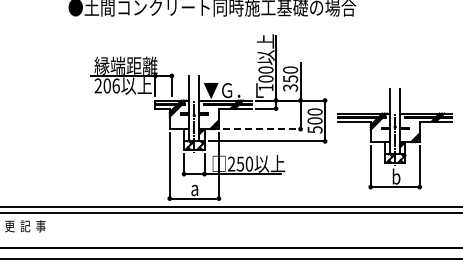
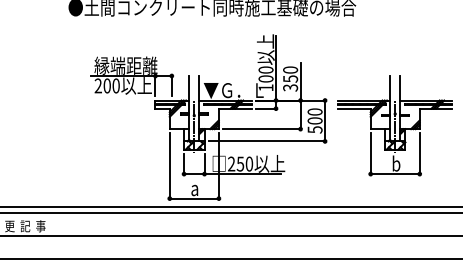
text at (115, 85): 206 -> 200
line at (261, 129): dashed -> solid
part at (394, 138) position: (394, 138) -> (394, 125)
line at (230, 248) position: (230, 248) -> (230, 236)
